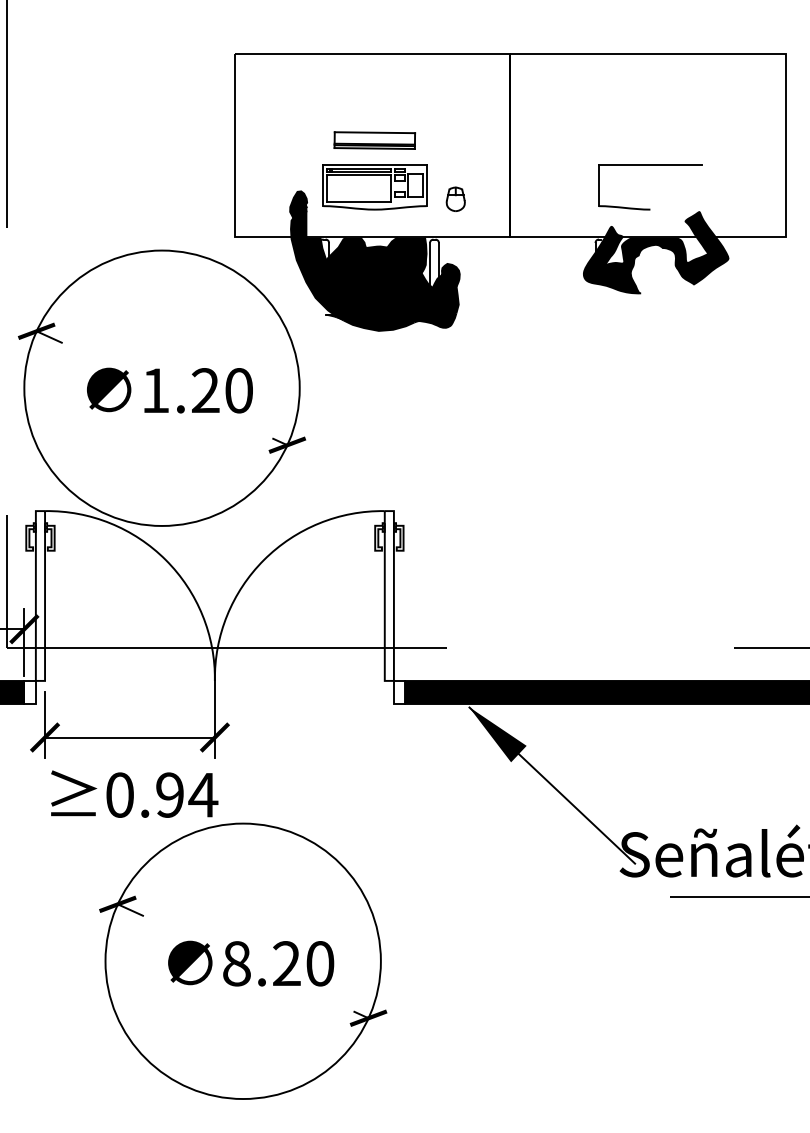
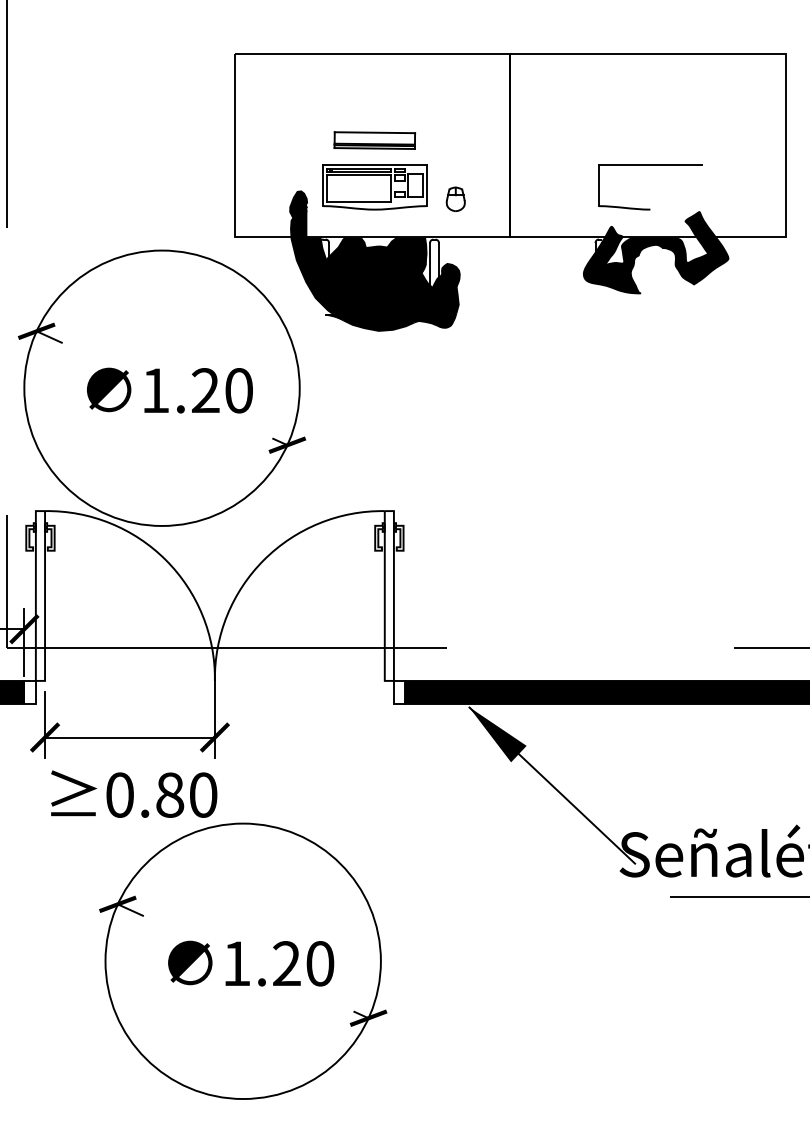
text at (187, 794): 0.94 -> 0.80
text at (236, 963): 8.20 -> 1.20
